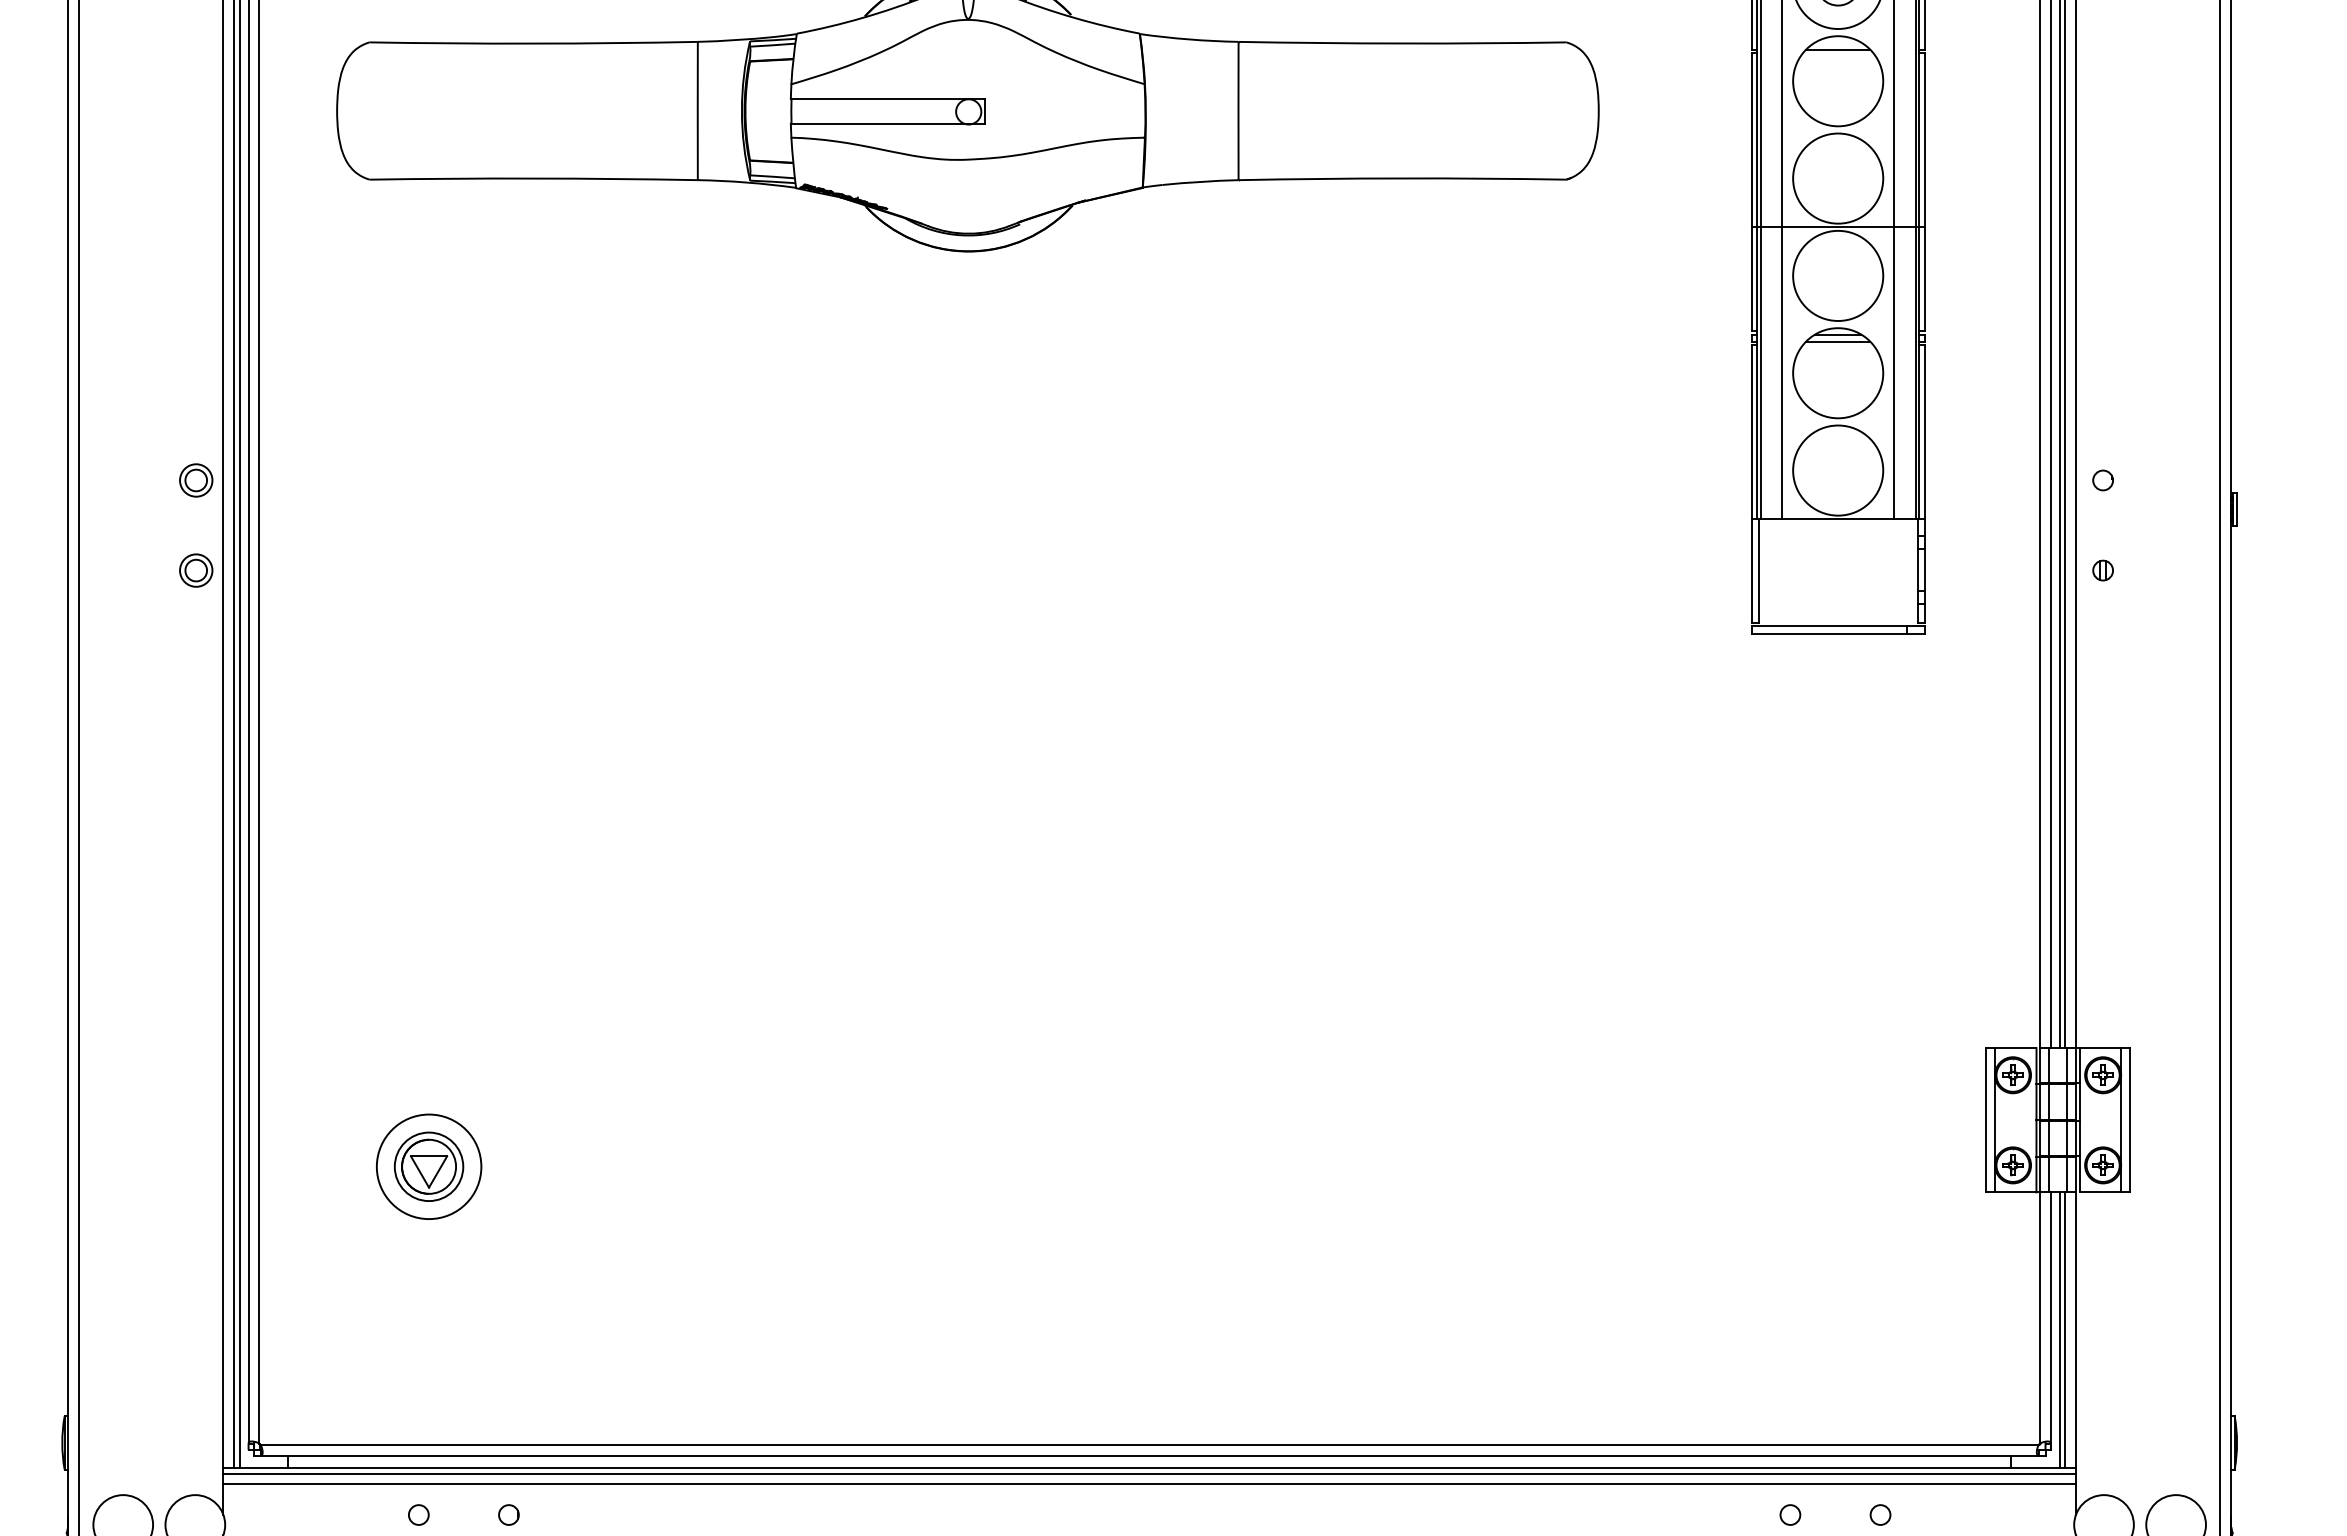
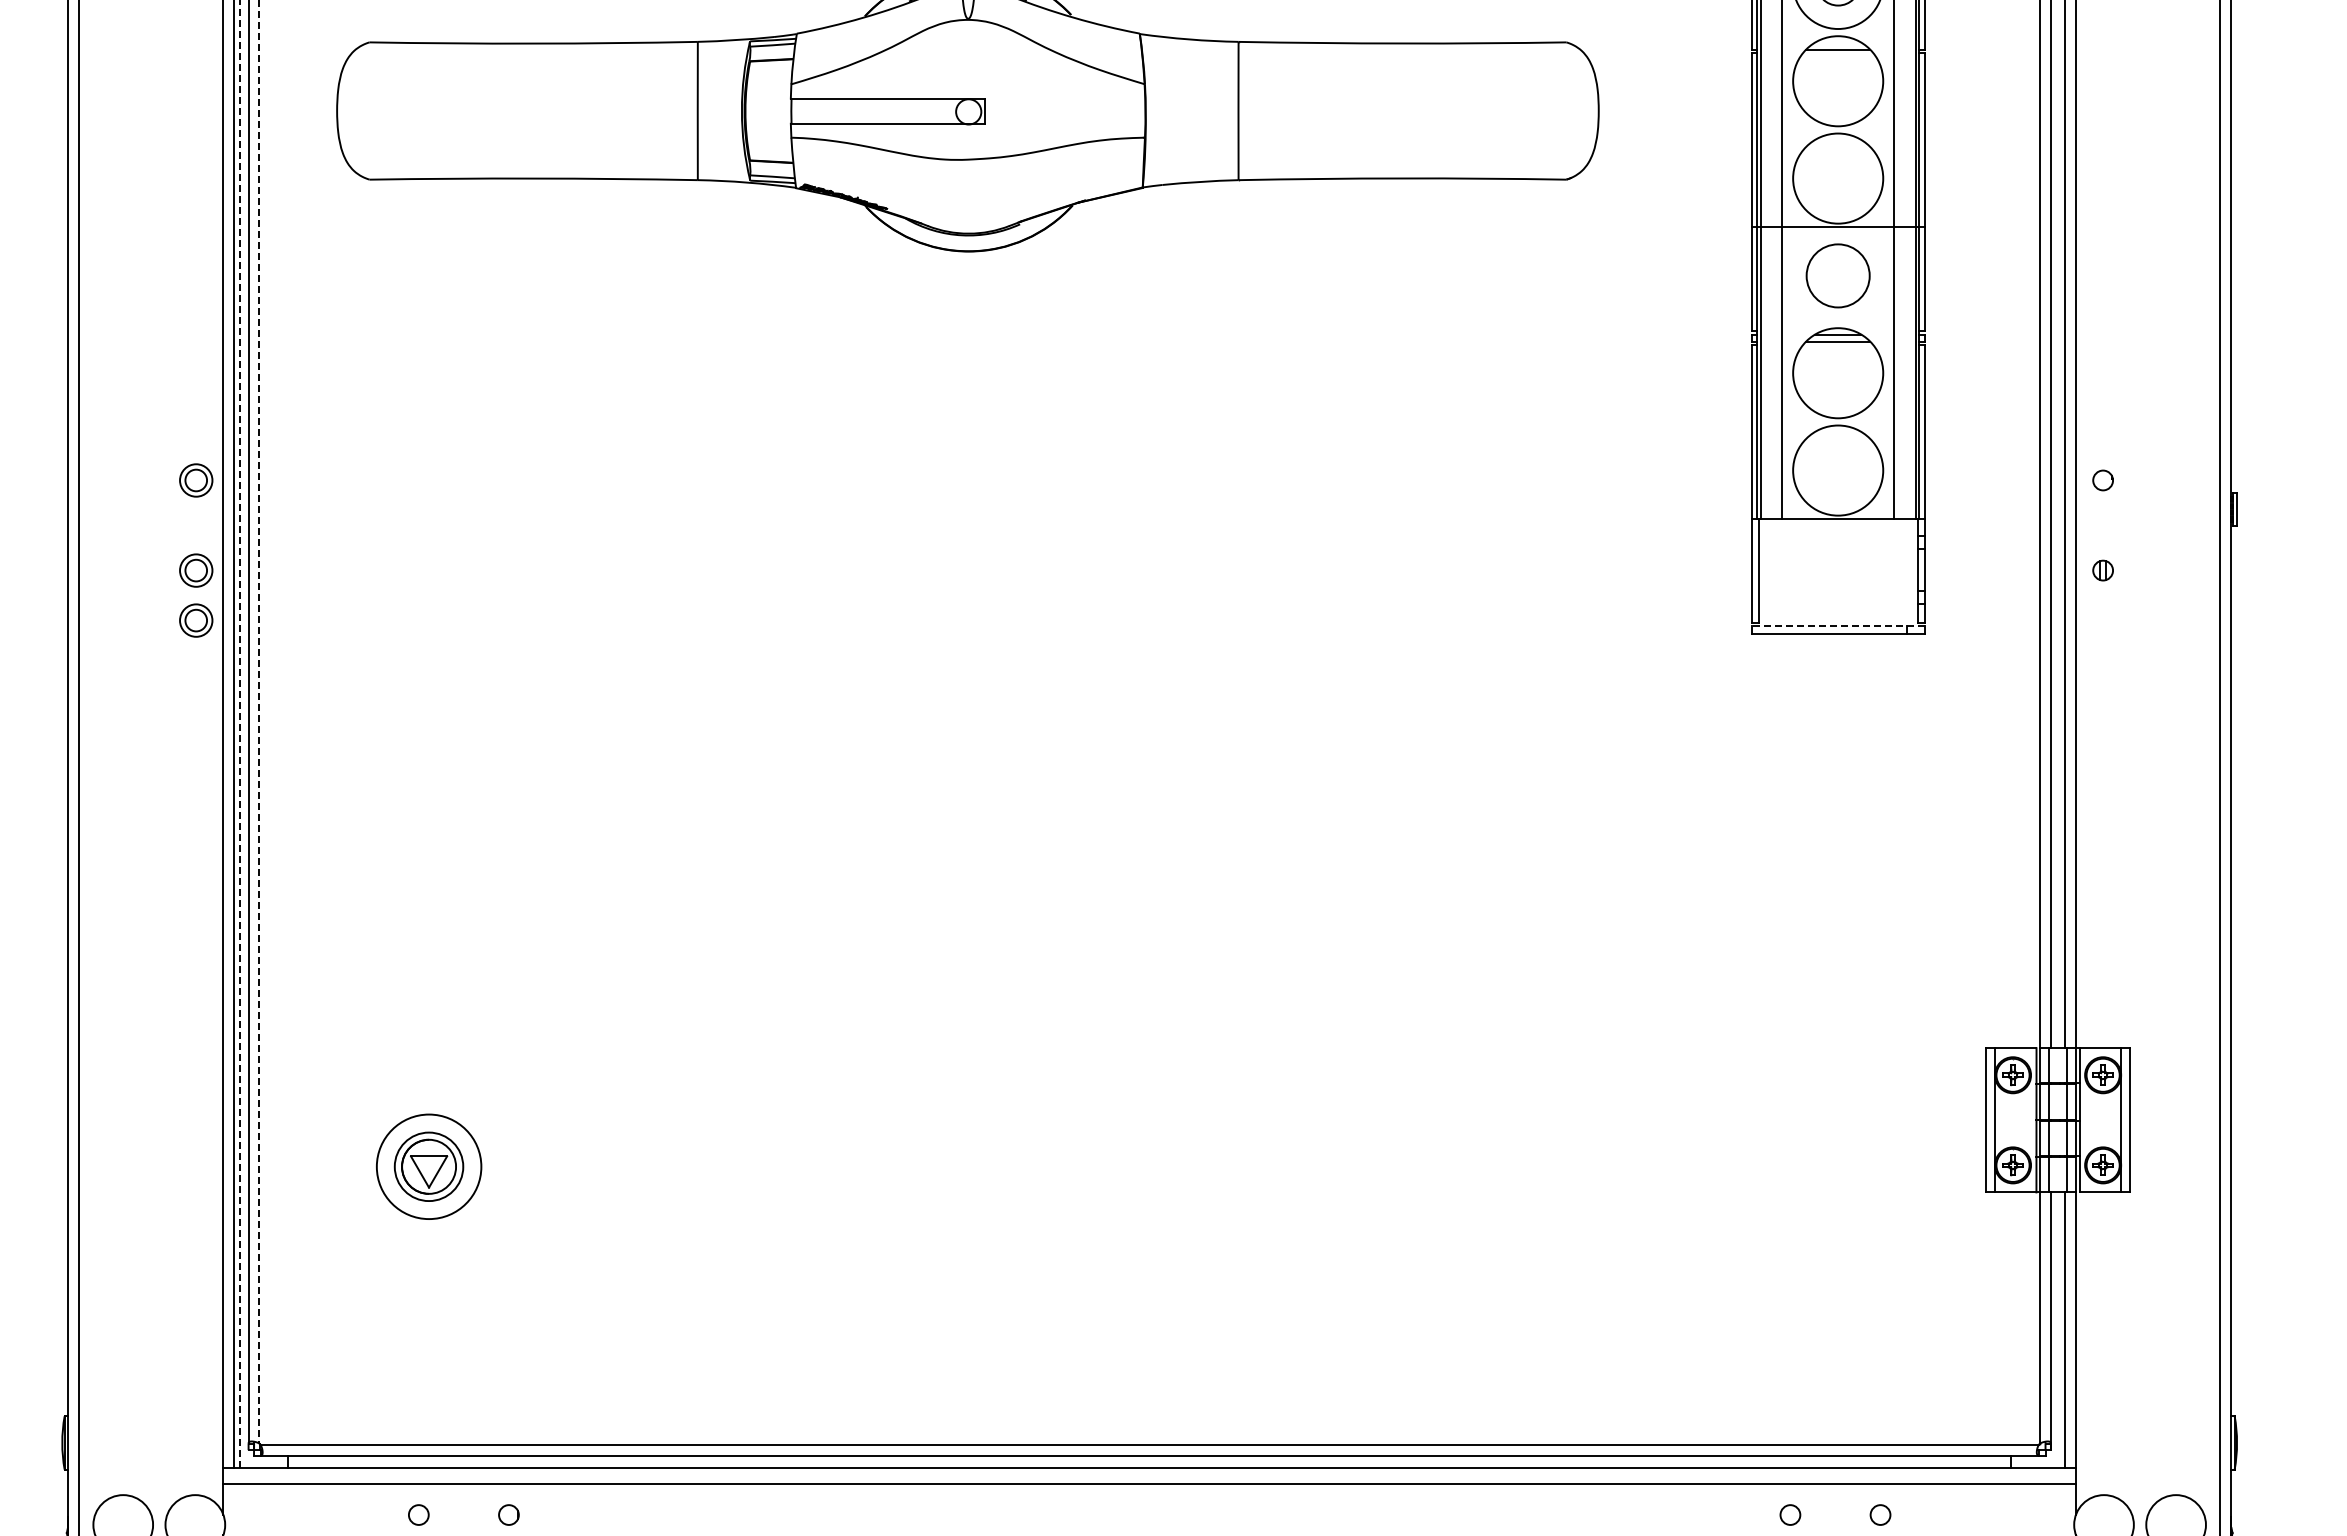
circle at (1838, 275) diameter: 90 px -> 63 px
line at (2059, 525): present -> none
part at (196, 620): none -> present
line at (1837, 626): solid -> dashed
line at (259, 721): solid -> dashed
line at (239, 734): solid -> dashed
line at (2059, 1330): present -> none
line at (1149, 1473): present -> none
